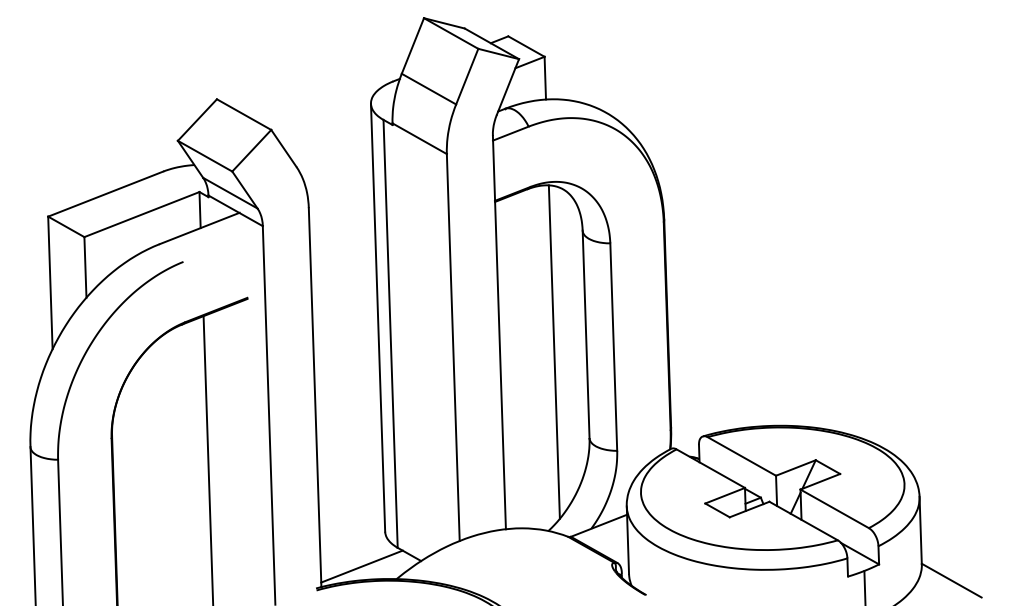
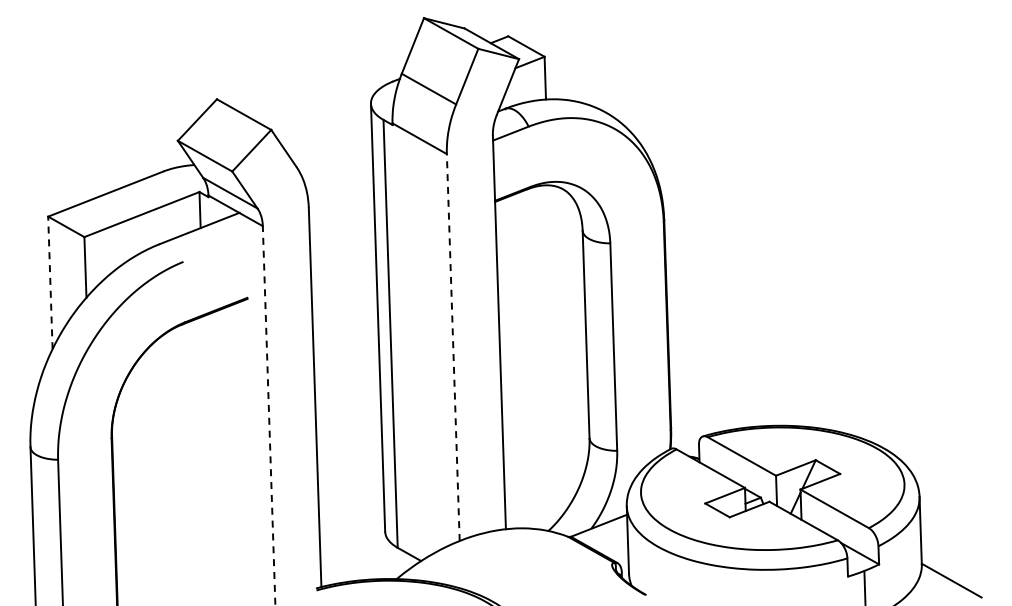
line at (50, 282): solid -> dashed
line at (453, 347): solid -> dashed
line at (553, 351): present -> none
line at (269, 414): solid -> dashed
line at (208, 459): present -> none
line at (361, 566): present -> none
